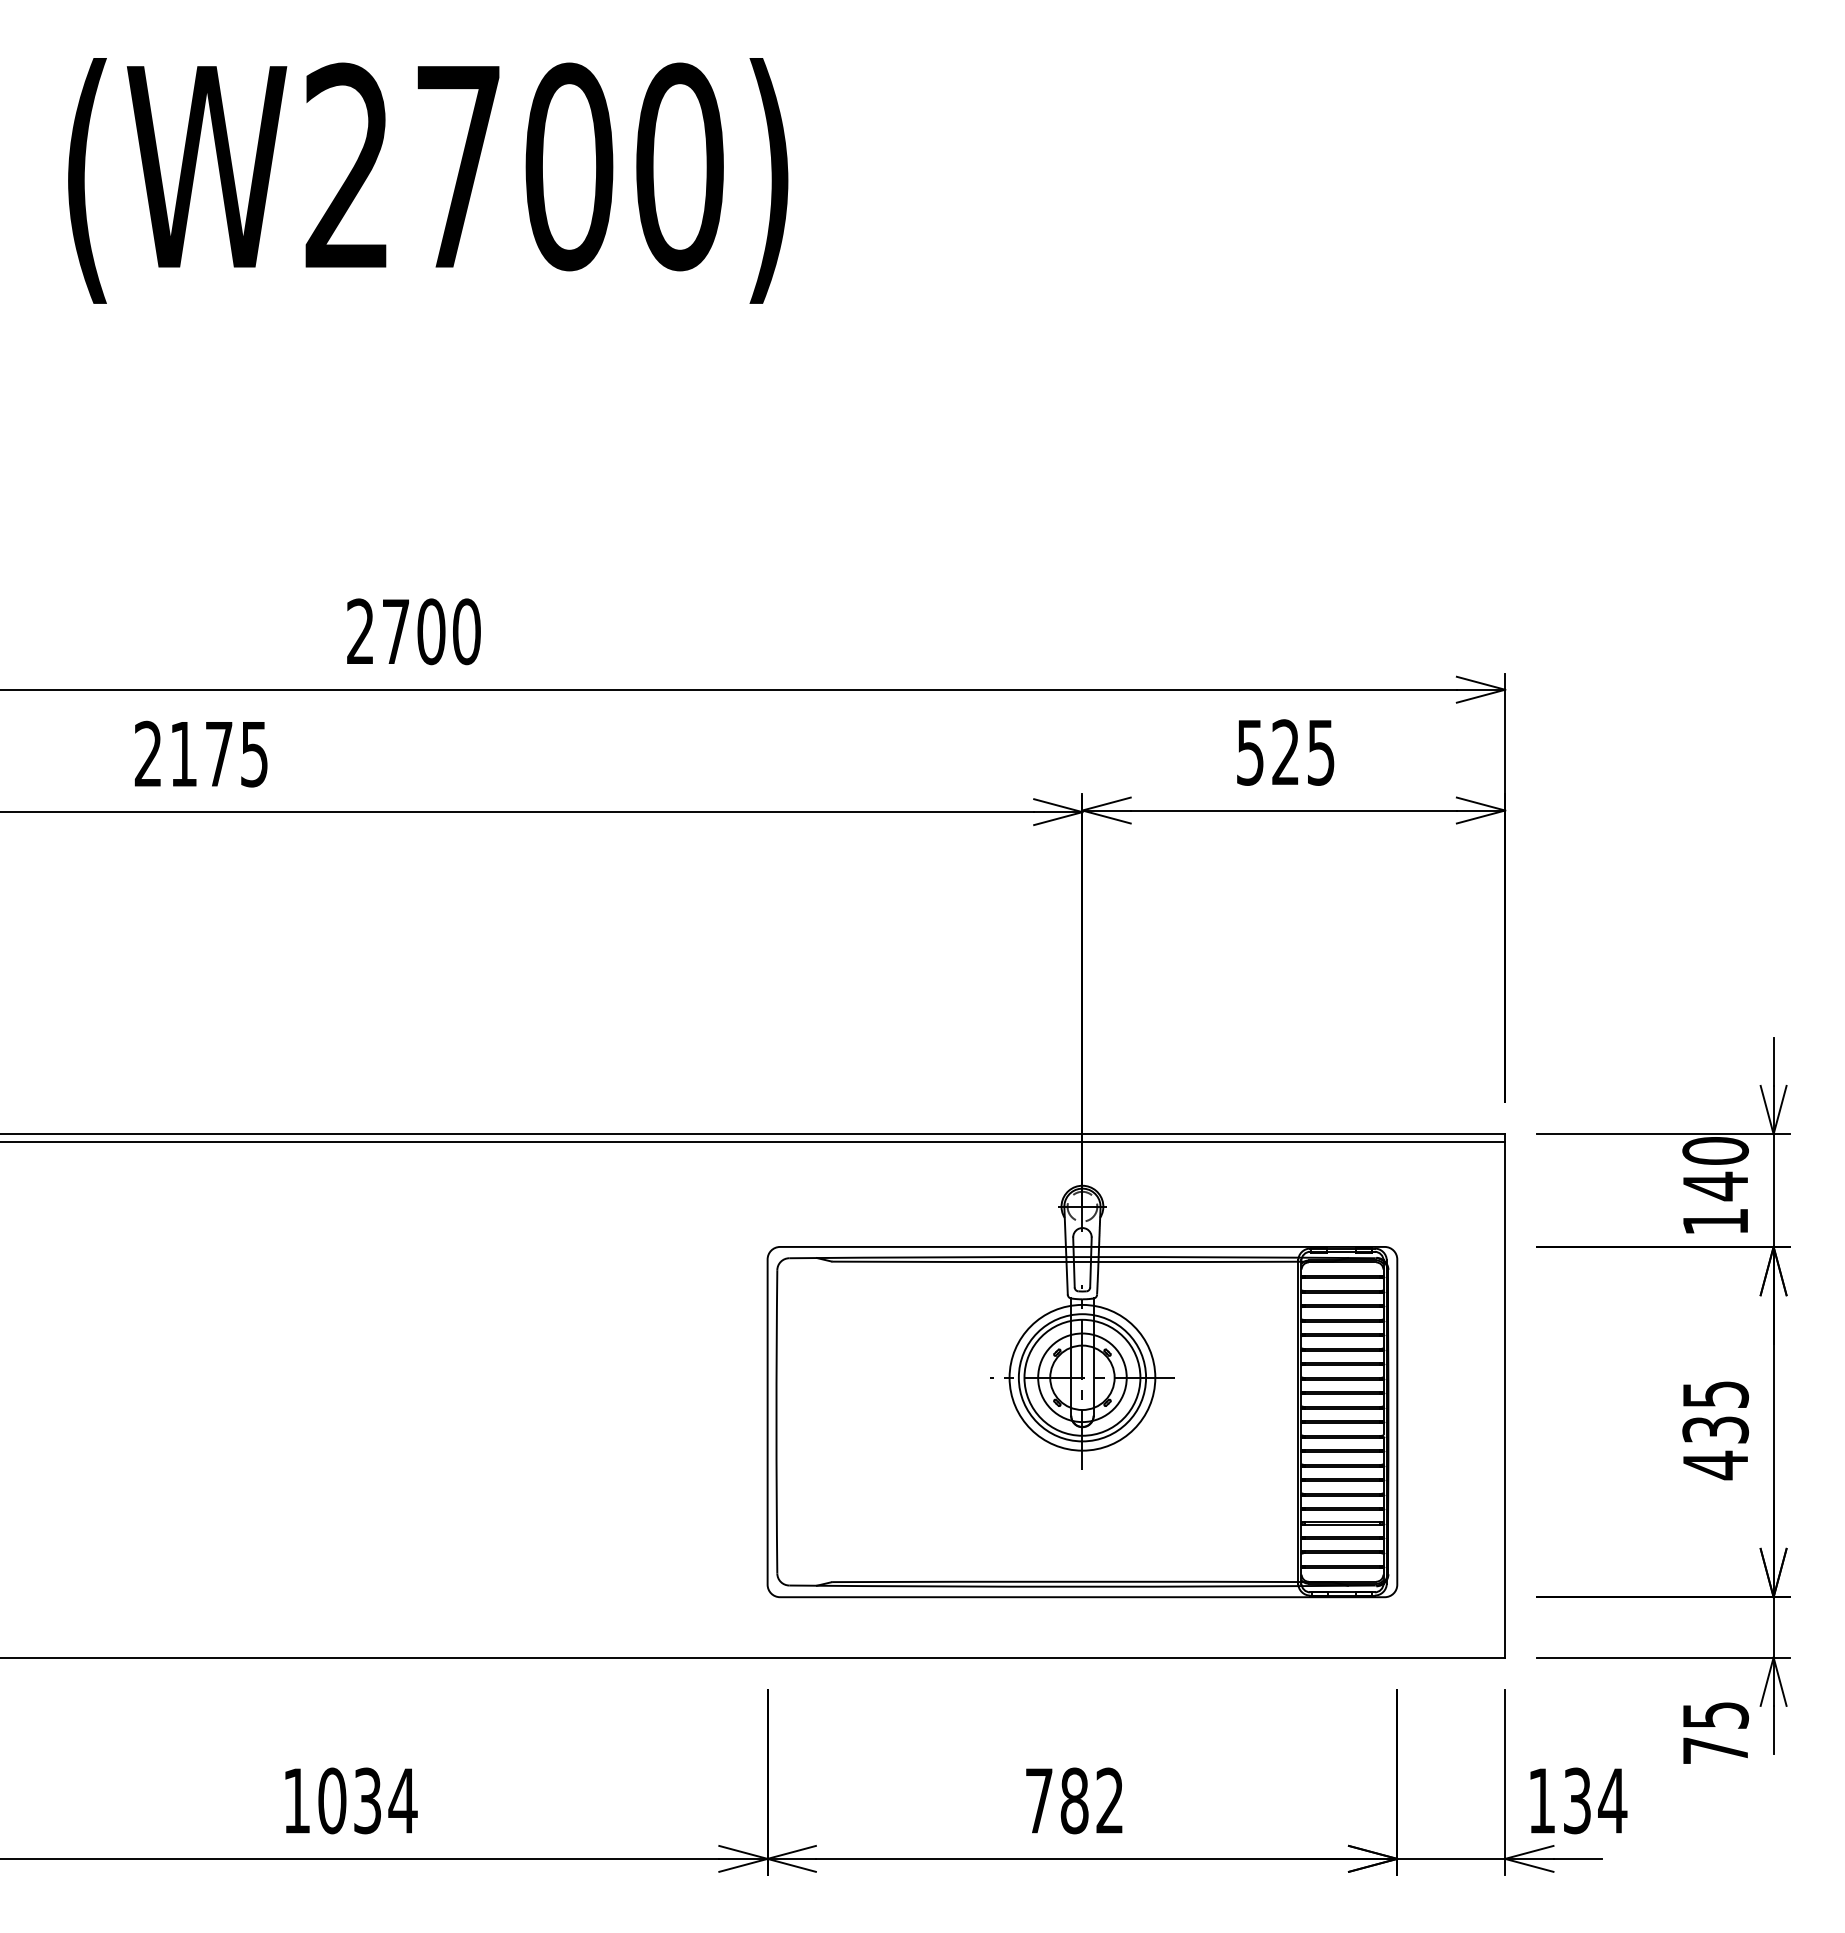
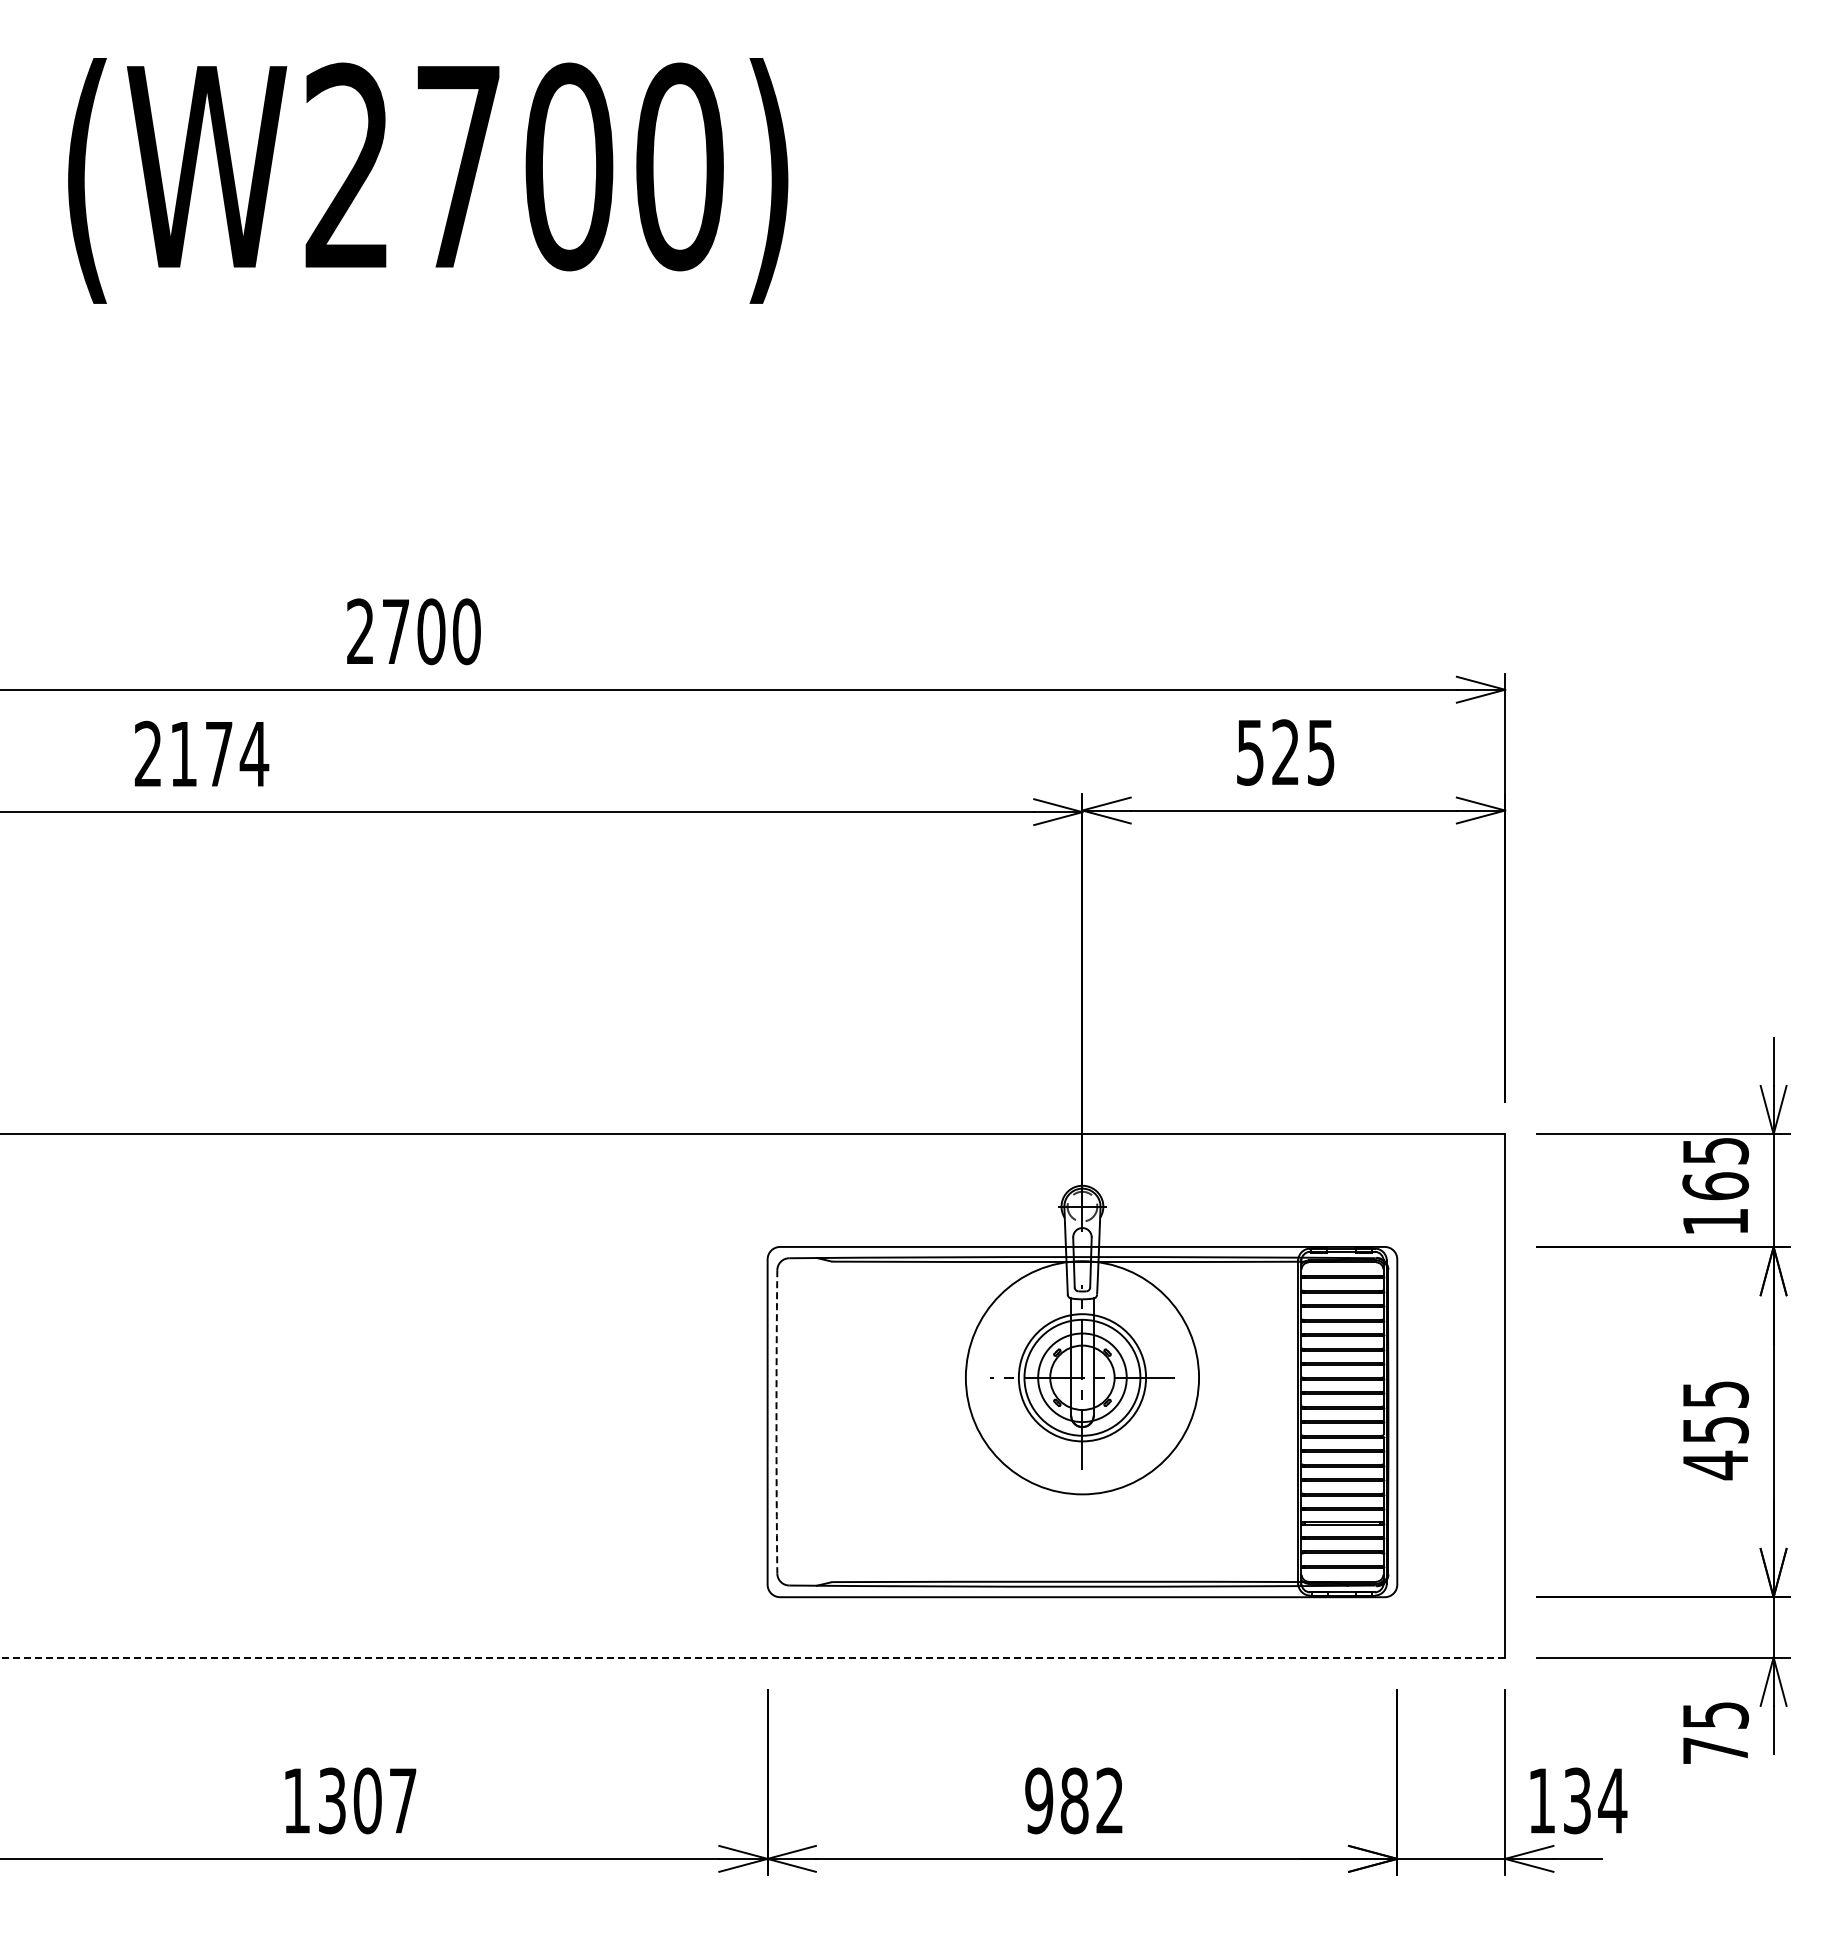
text at (254, 754): 2175 -> 2174
line at (753, 1142): present -> none
text at (1715, 1169): 140 -> 165
circle at (1082, 1377) diameter: 146 px -> 233 px
arc at (776, 1421): solid -> dashed
text at (1715, 1429): 435 -> 455
line at (753, 1657): solid -> dashed
text at (367, 1800): 1034 -> 1307
text at (1039, 1800): 782 -> 982
